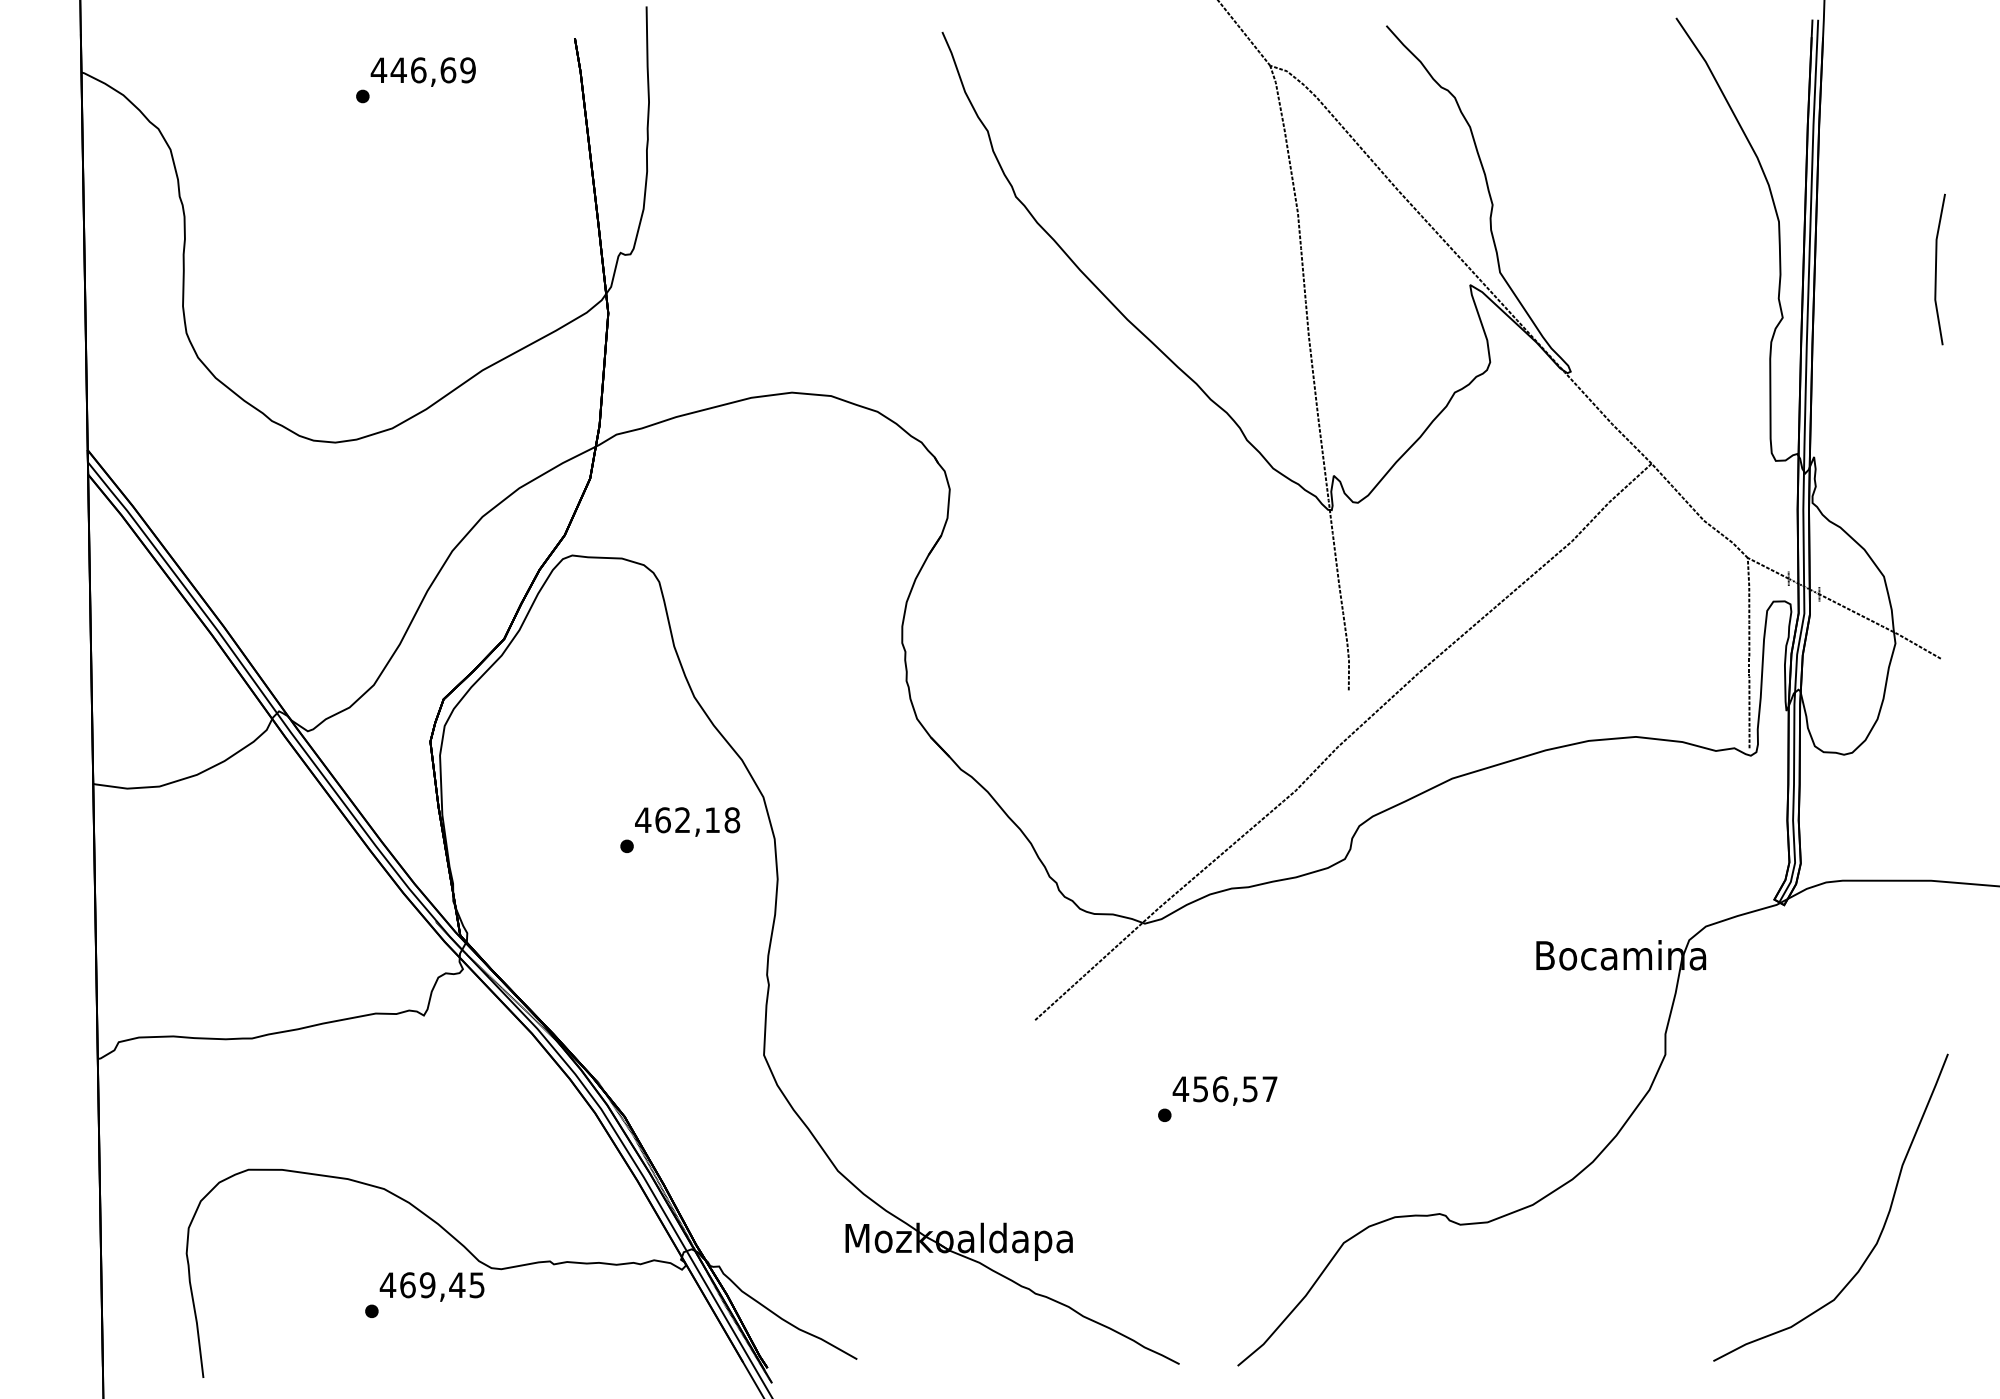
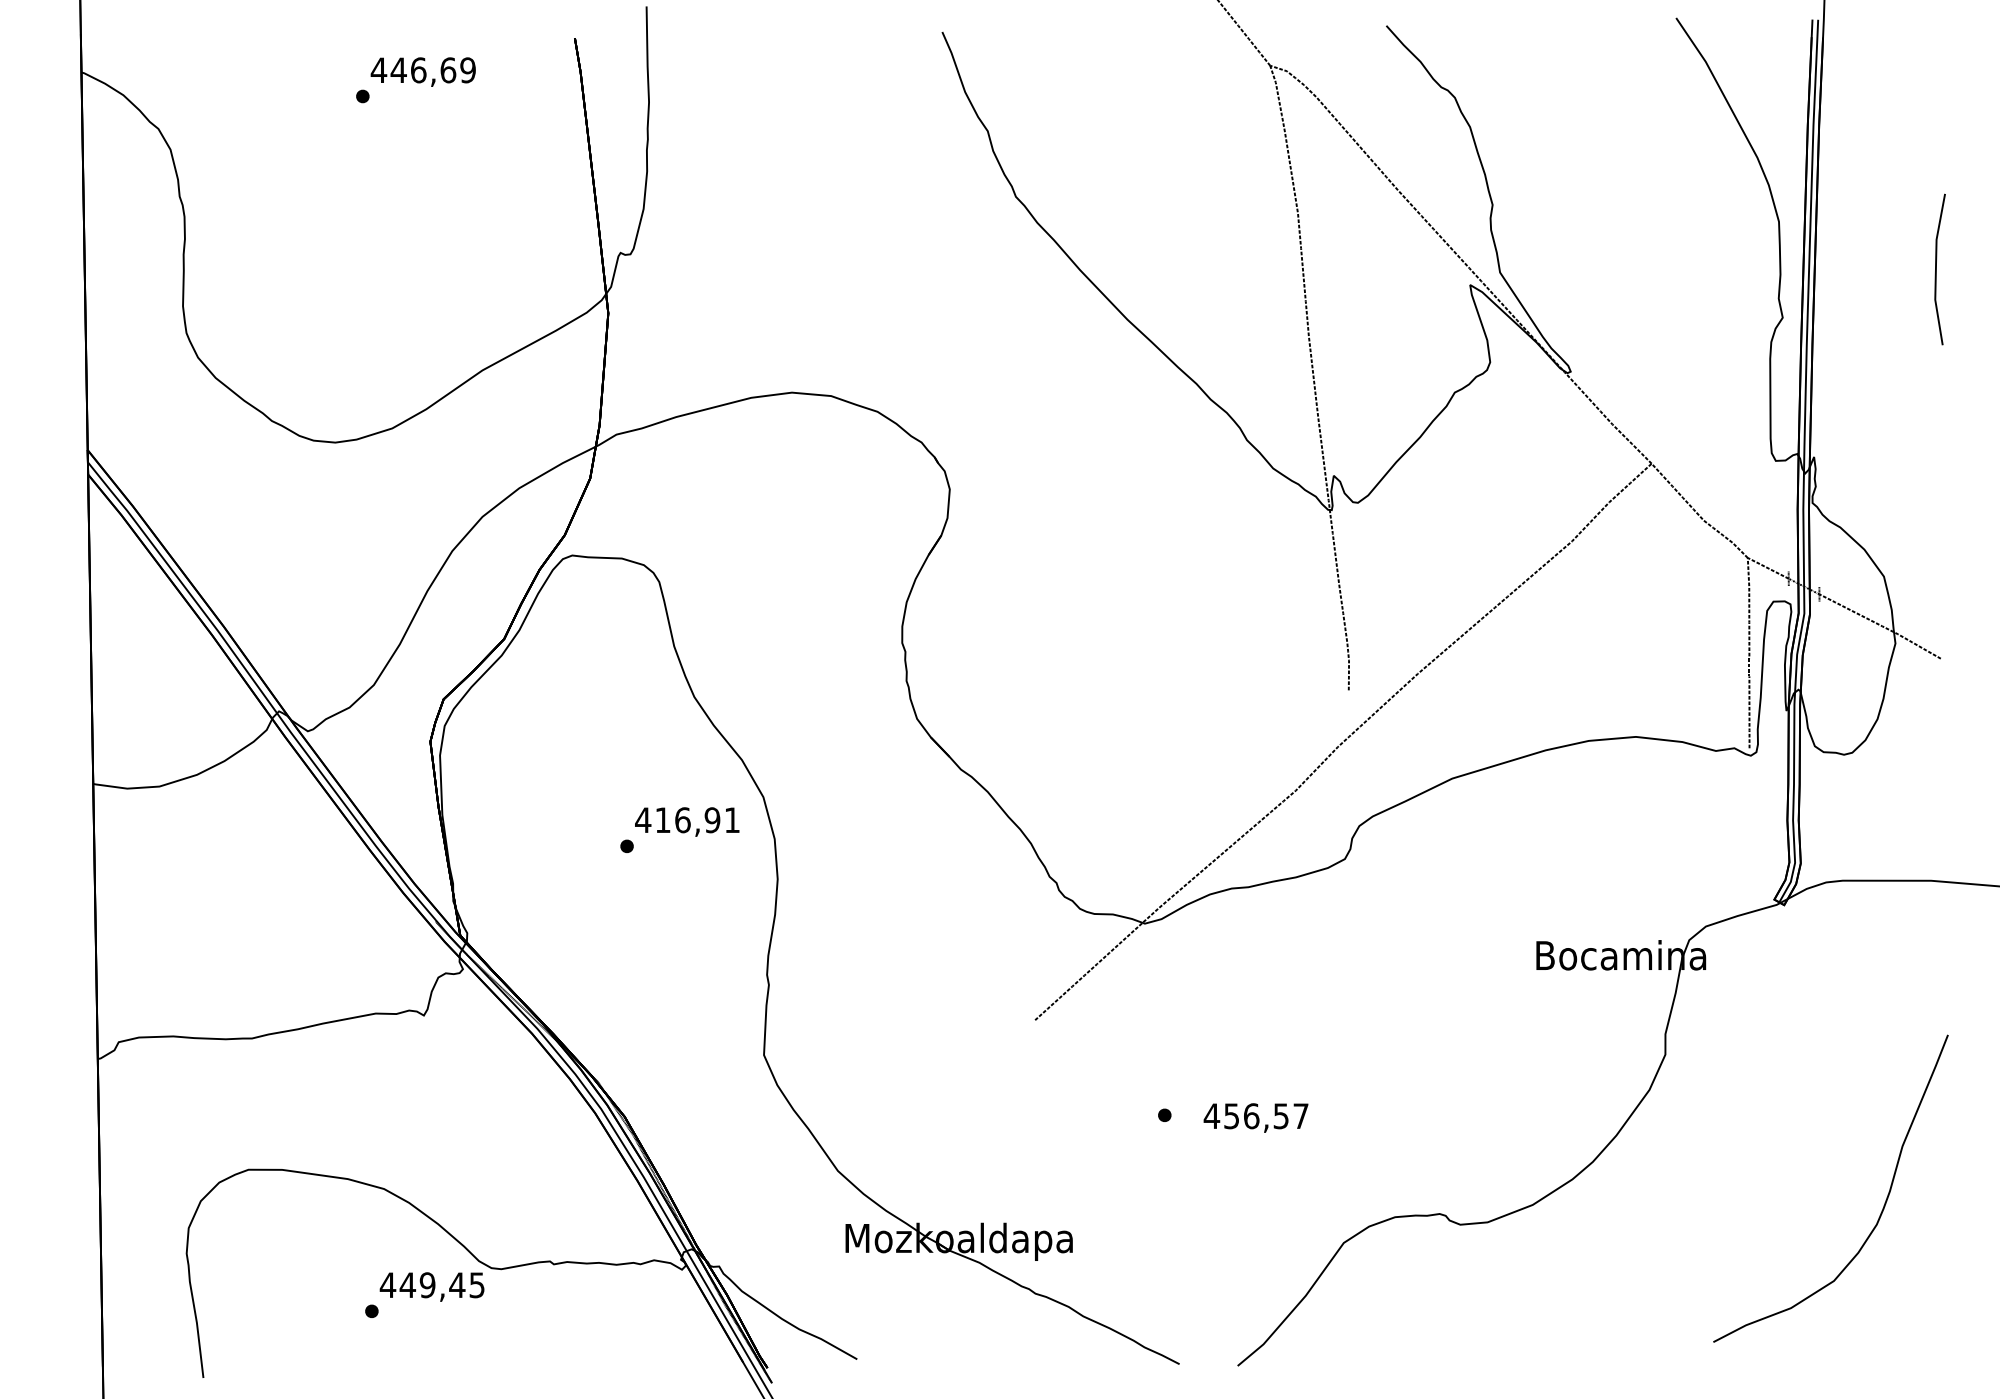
text at (697, 820): 462,18 -> 416,91
text at (1224, 1090) position: (1224, 1090) -> (1255, 1117)
part at (1881, 1229) position: (1881, 1229) -> (1881, 1210)
text at (407, 1285): 469,45 -> 449,45
